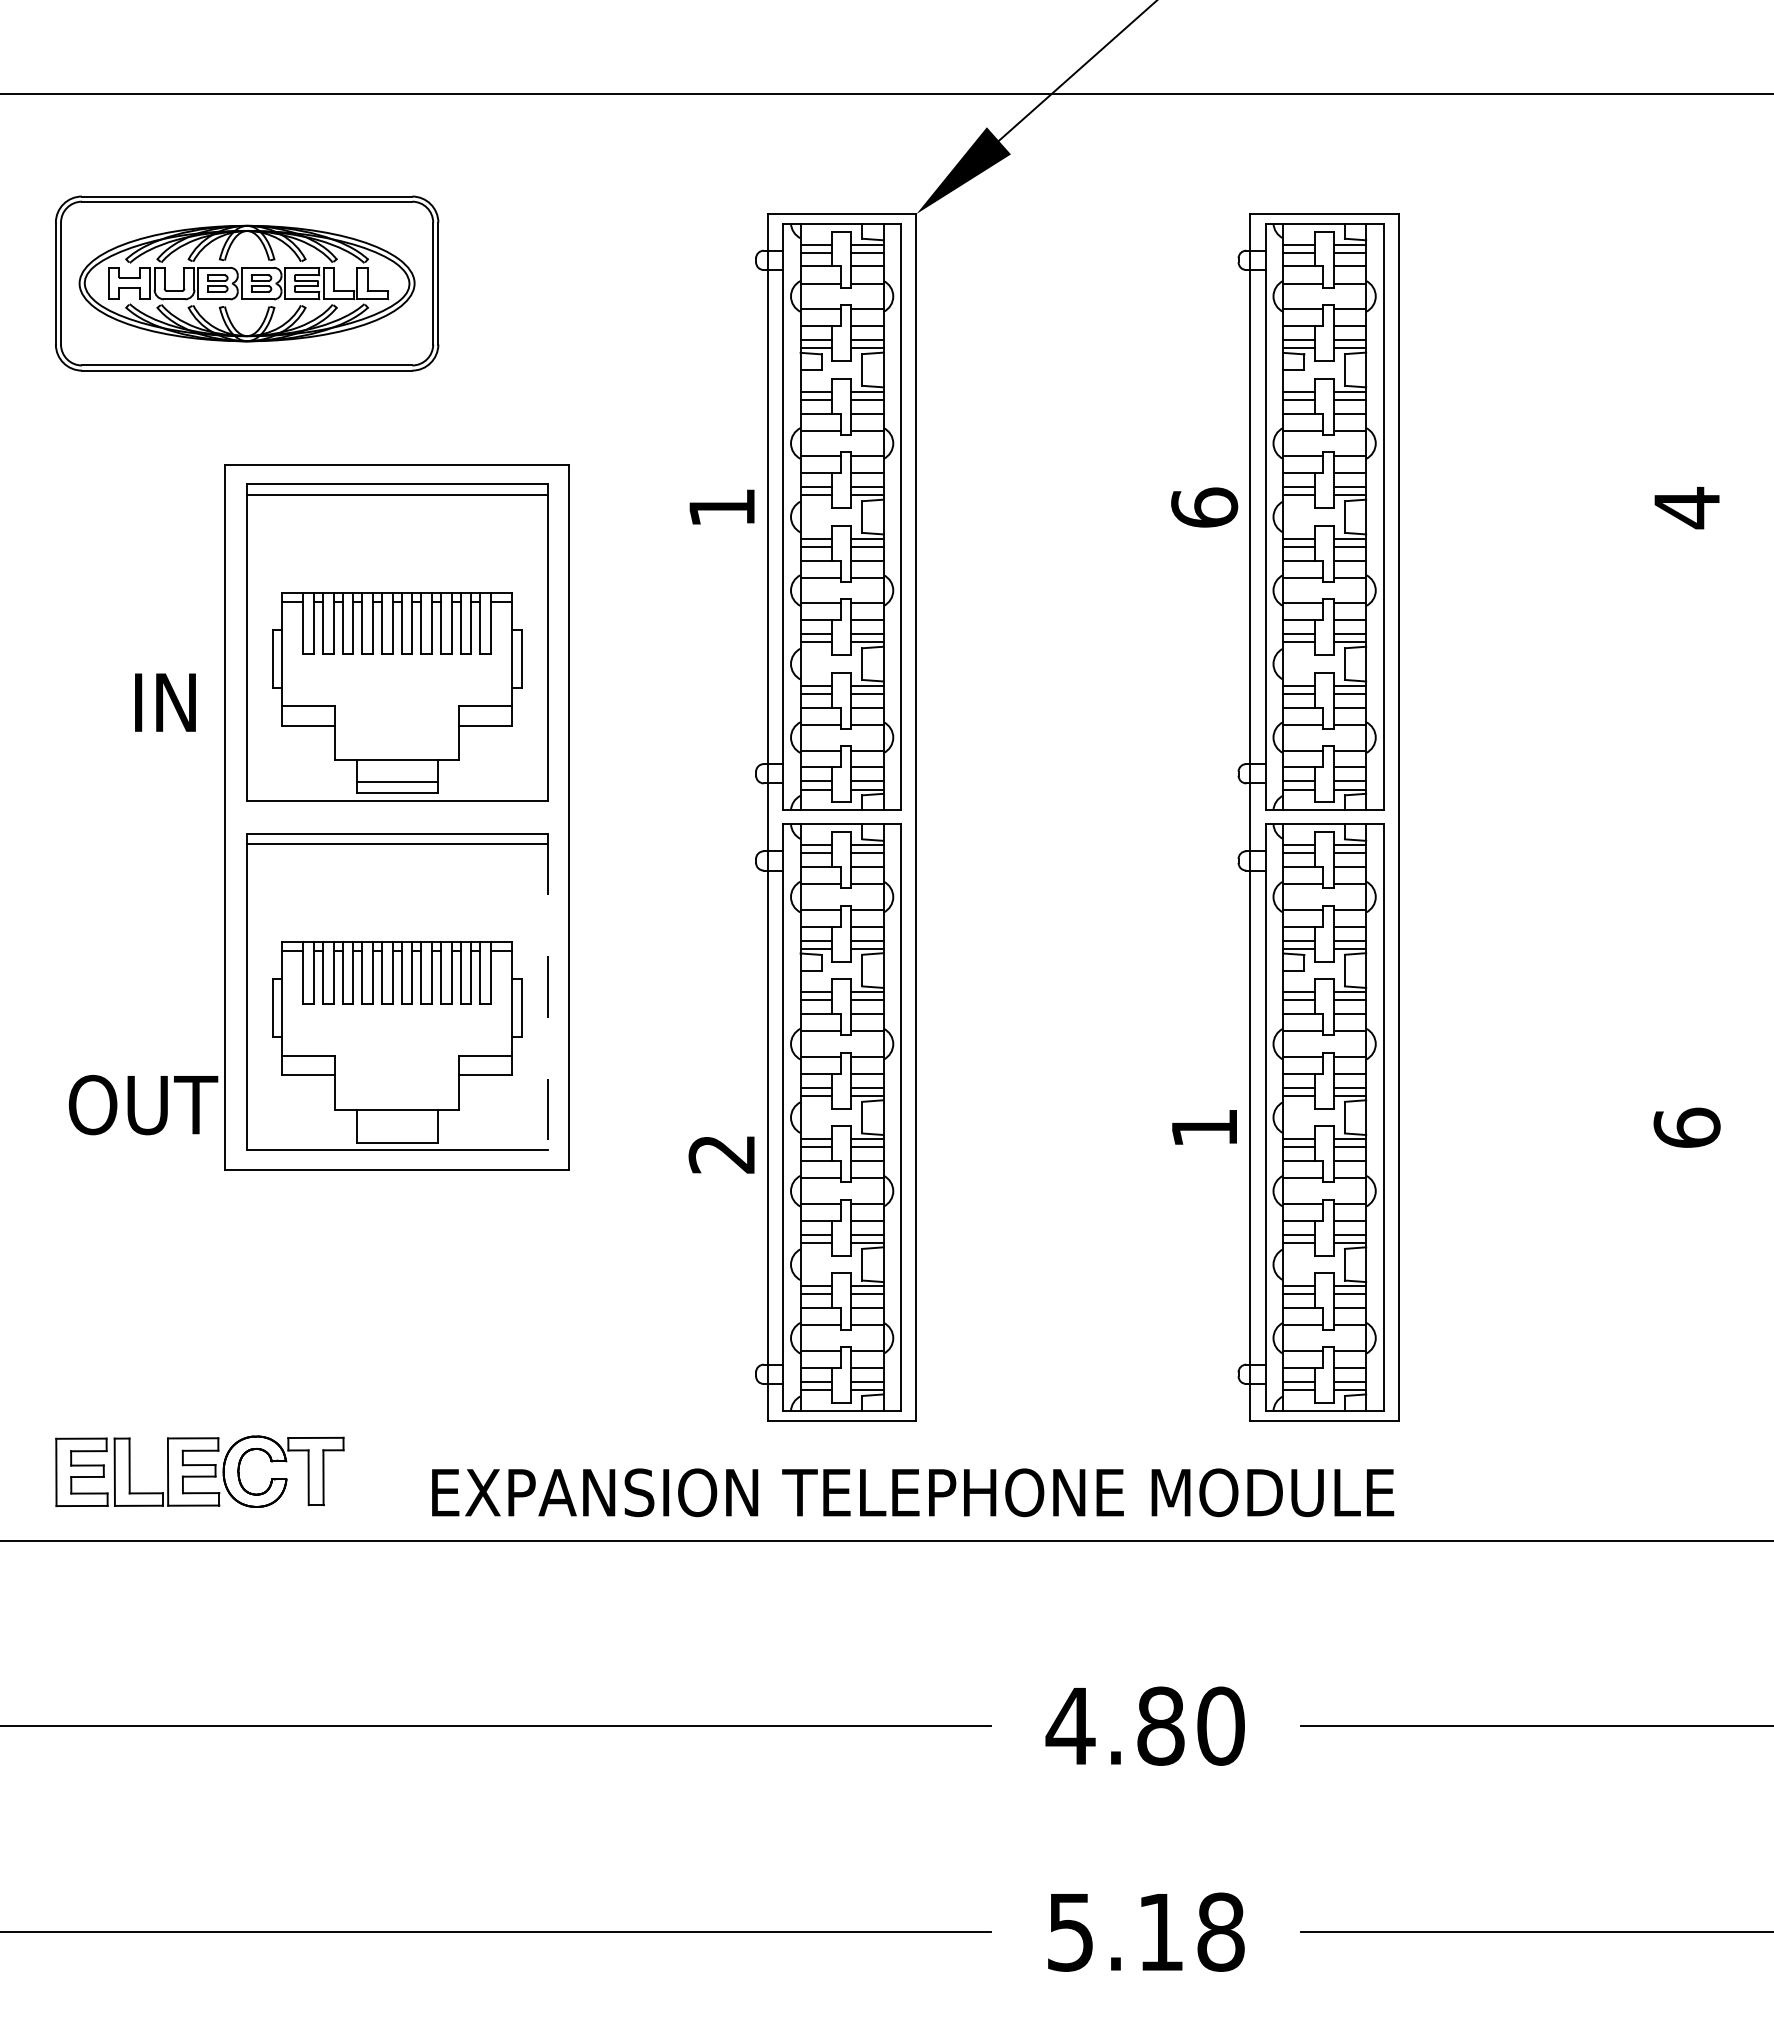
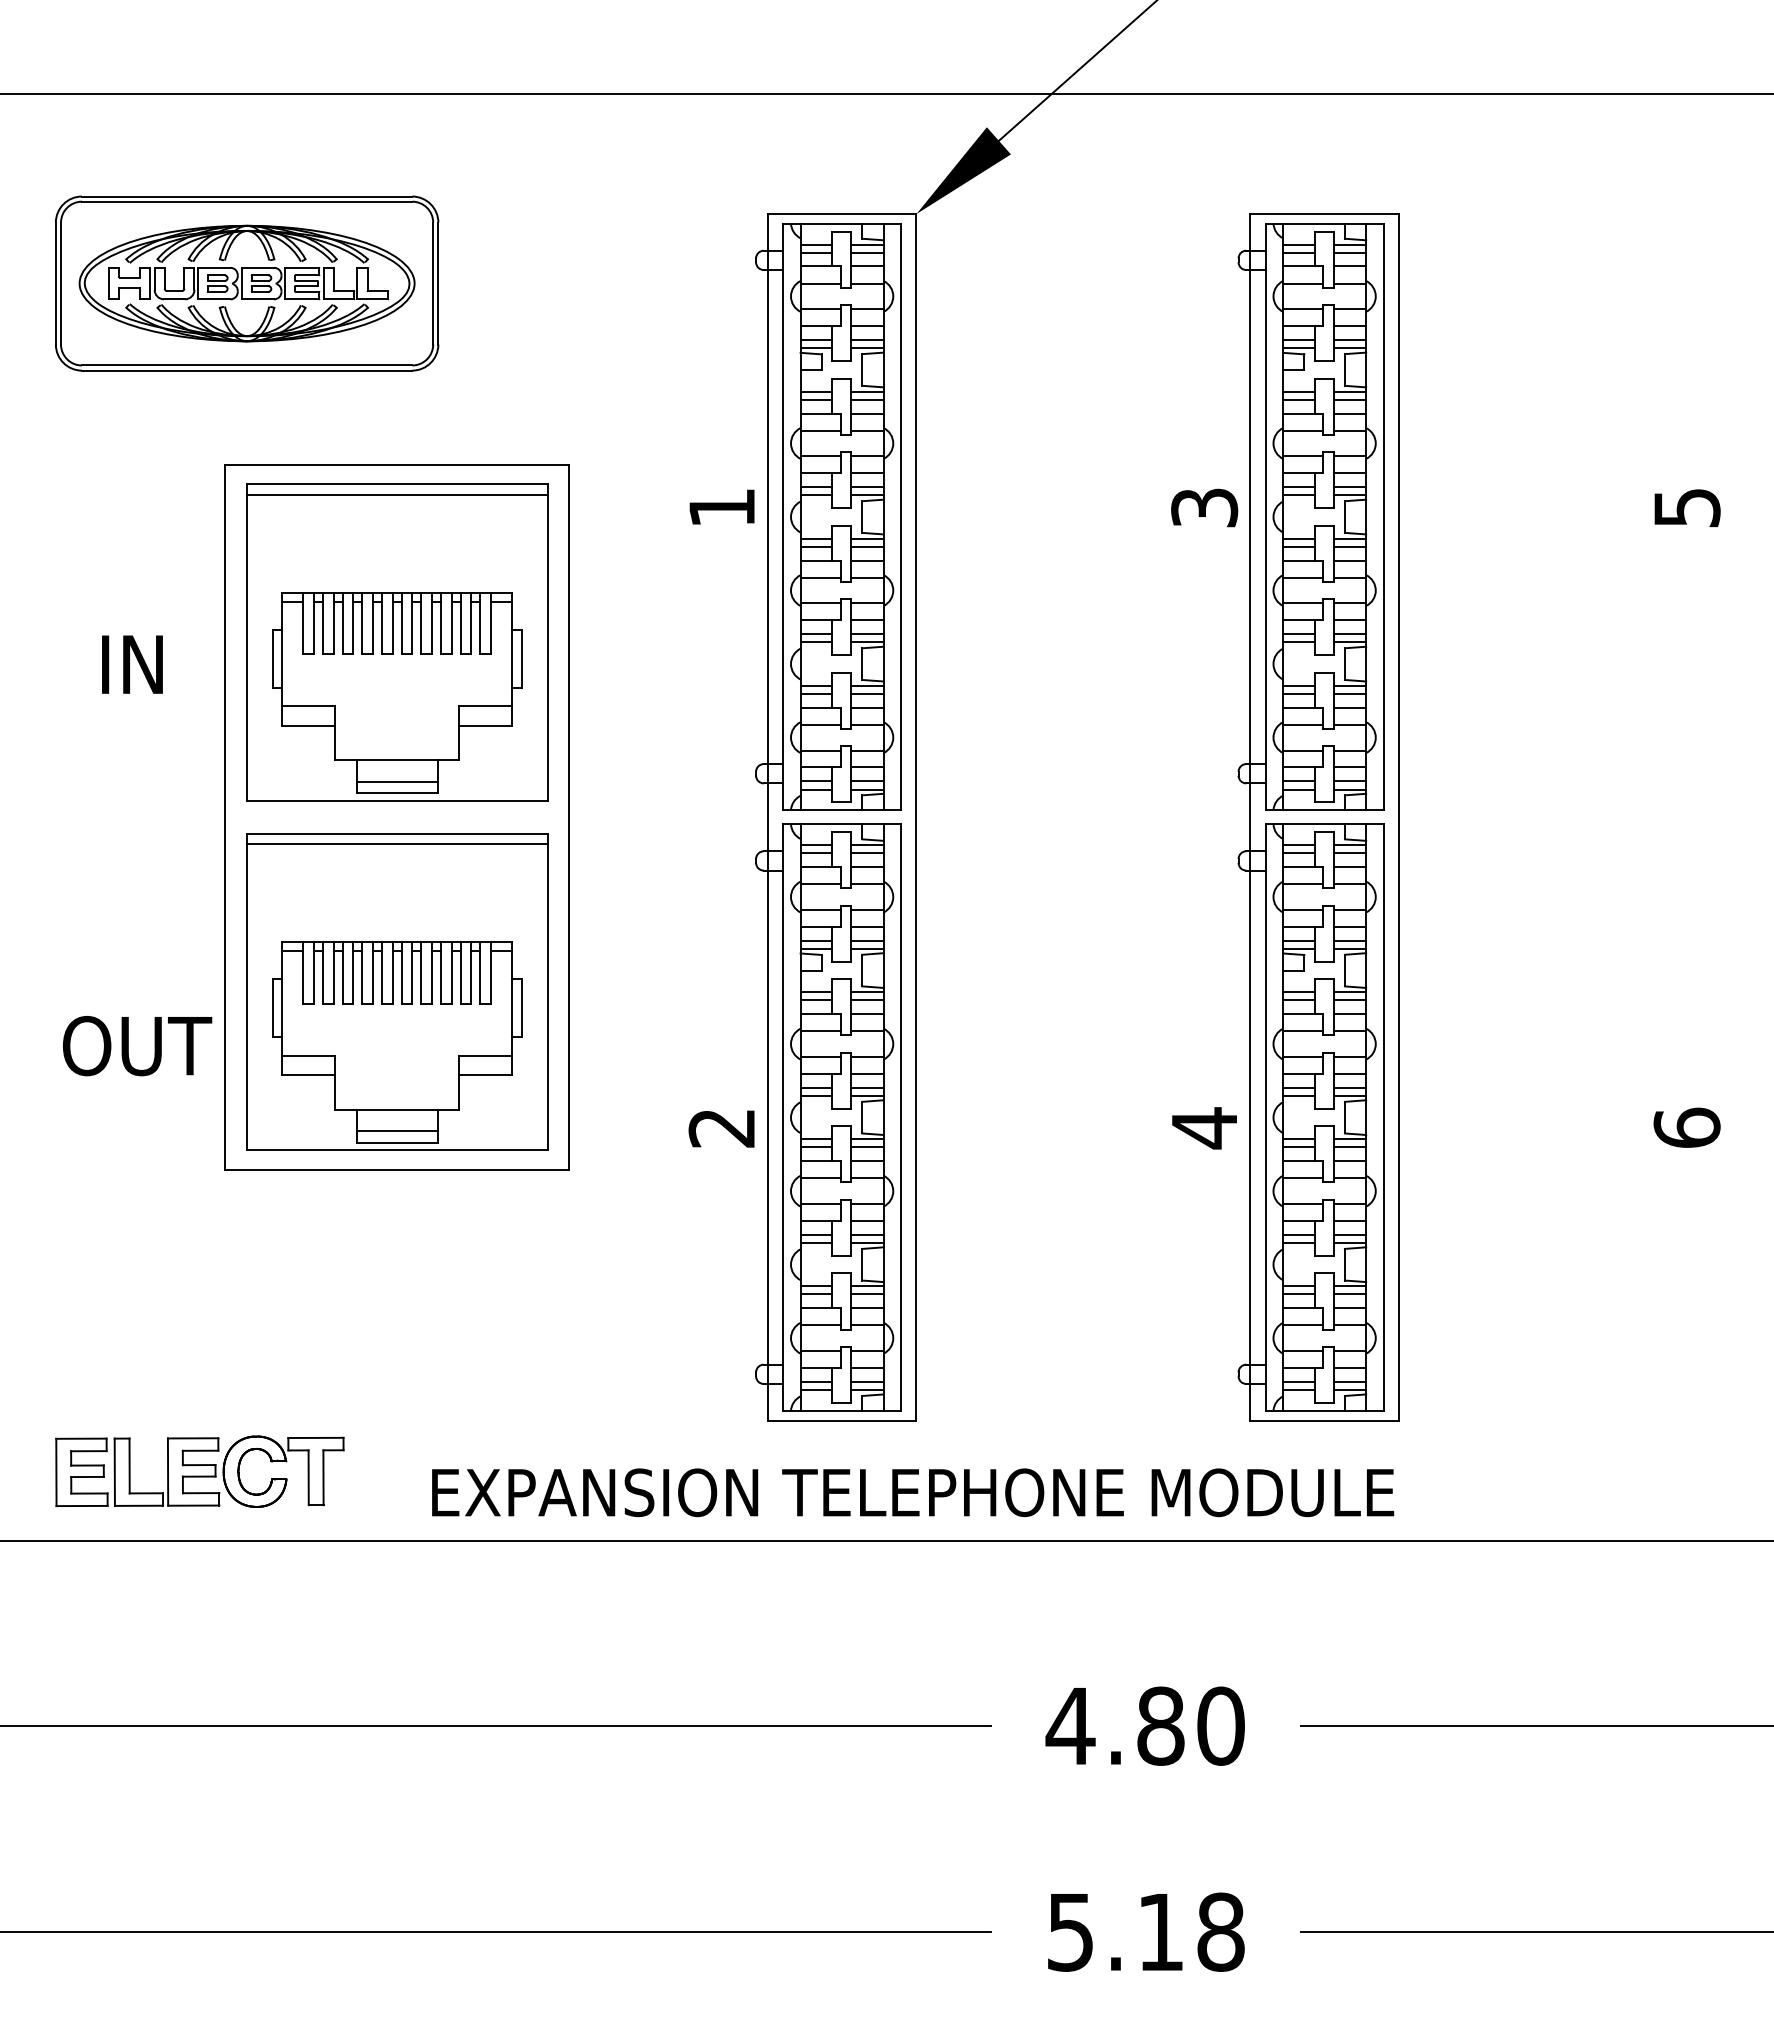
text at (1204, 507): 6 -> 3
text at (1687, 507): 4 -> 5
text at (165, 702) position: (165, 702) -> (132, 664)
line at (547, 992): dashed -> solid
text at (143, 1105) position: (143, 1105) -> (137, 1046)
text at (1204, 1128): 1 -> 4
line at (396, 1130): none -> present
text at (721, 1154) position: (721, 1154) -> (721, 1128)
